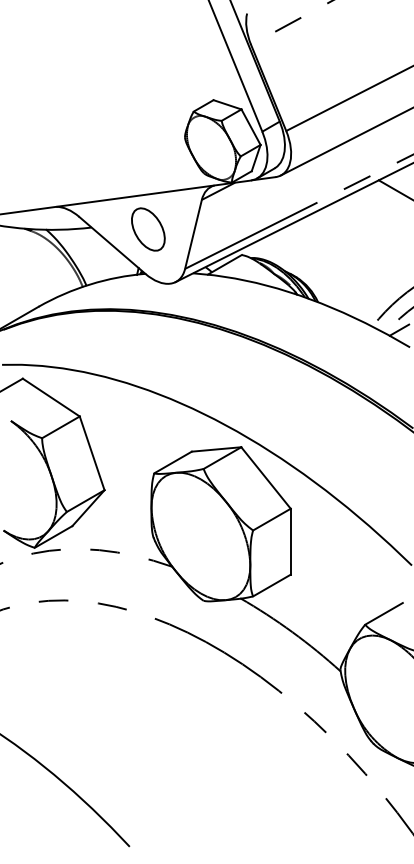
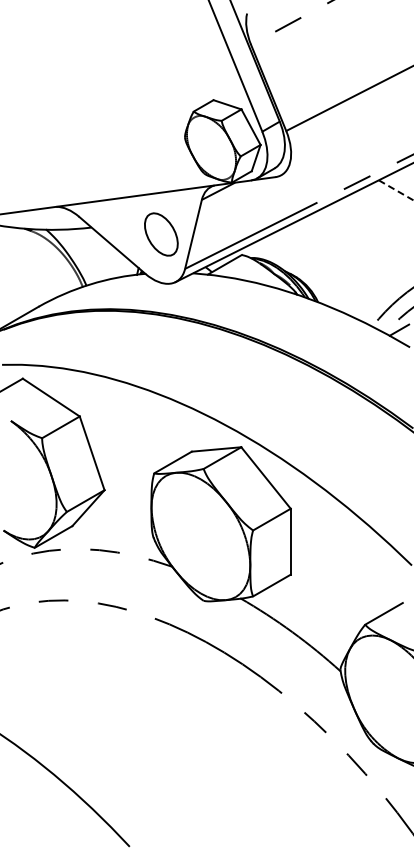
line at (345, 141): present -> none
line at (396, 190): solid -> dashed
part at (148, 229) position: (148, 229) -> (161, 234)
